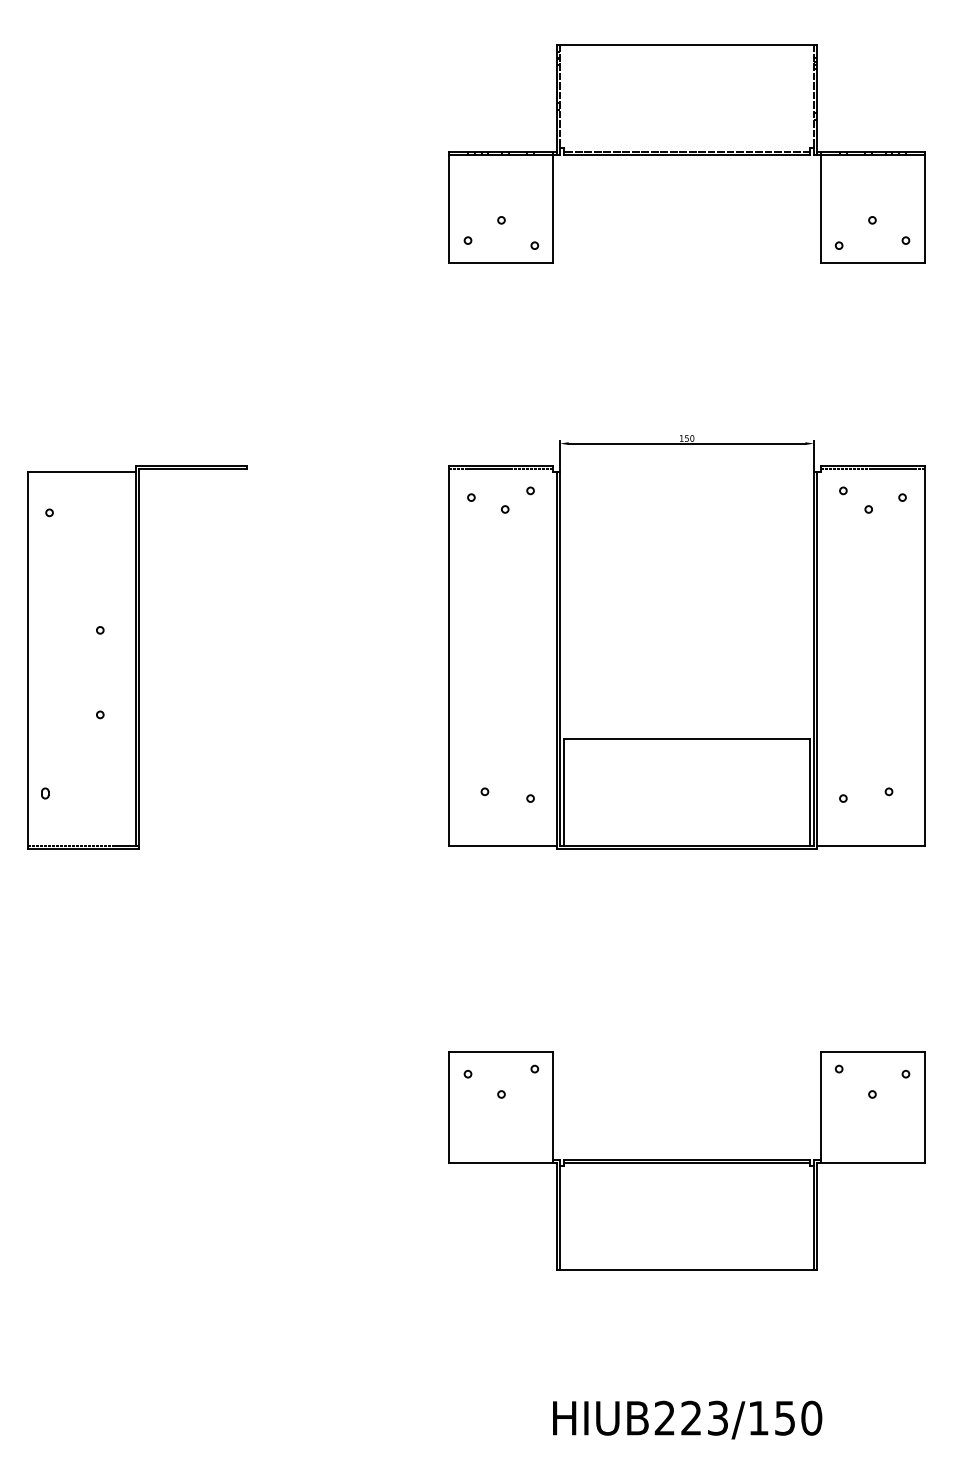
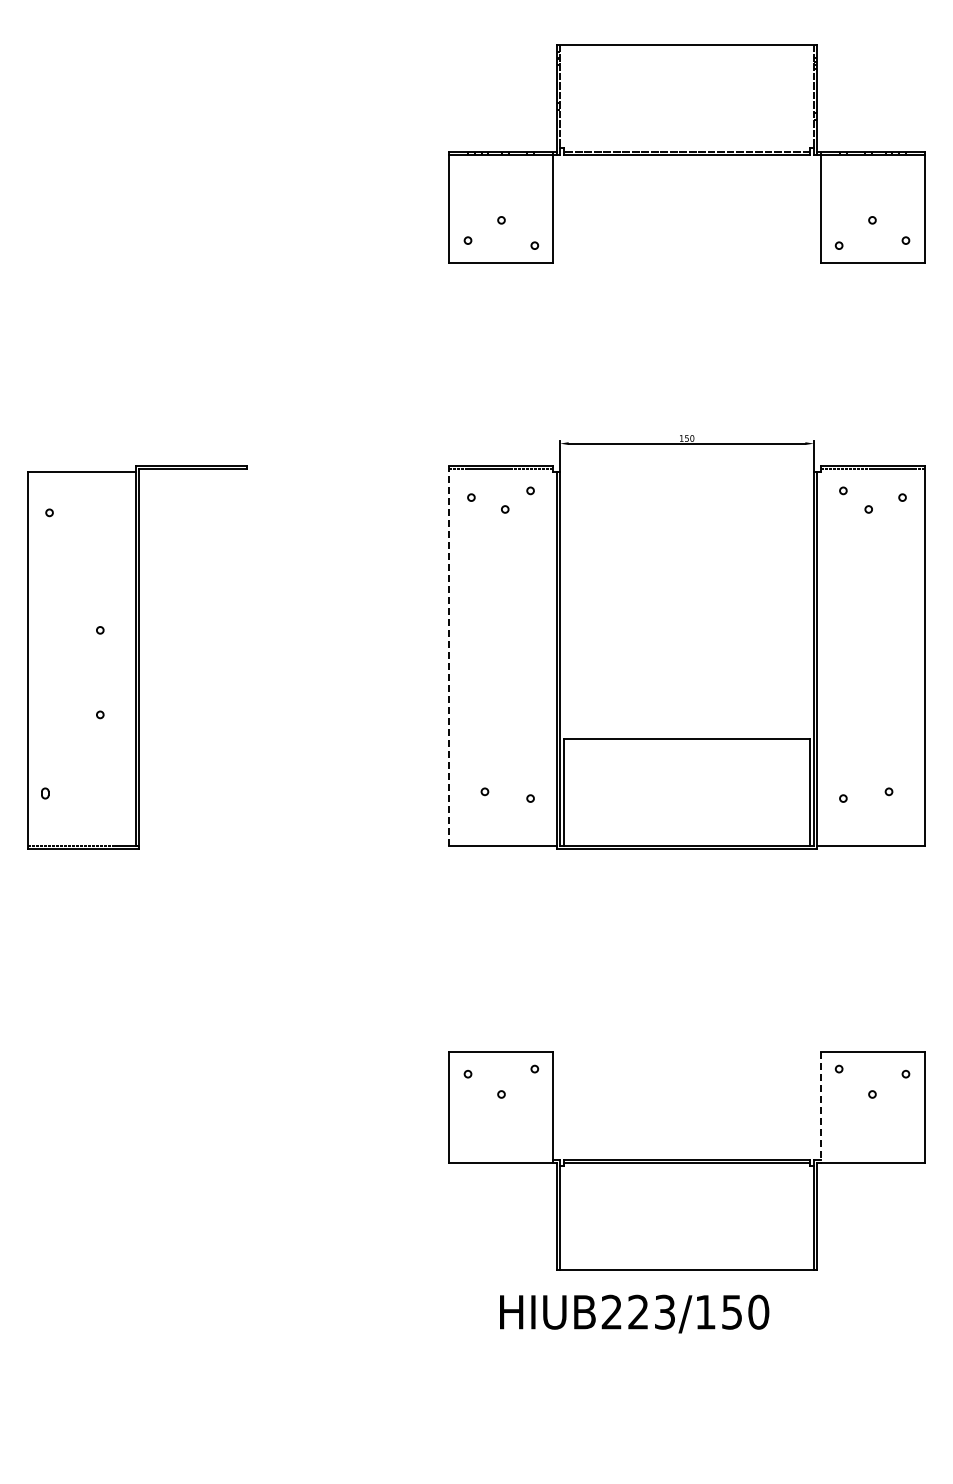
line at (449, 655): solid -> dashed
line at (820, 1108): solid -> dashed
text at (687, 1419) position: (687, 1419) -> (634, 1313)
